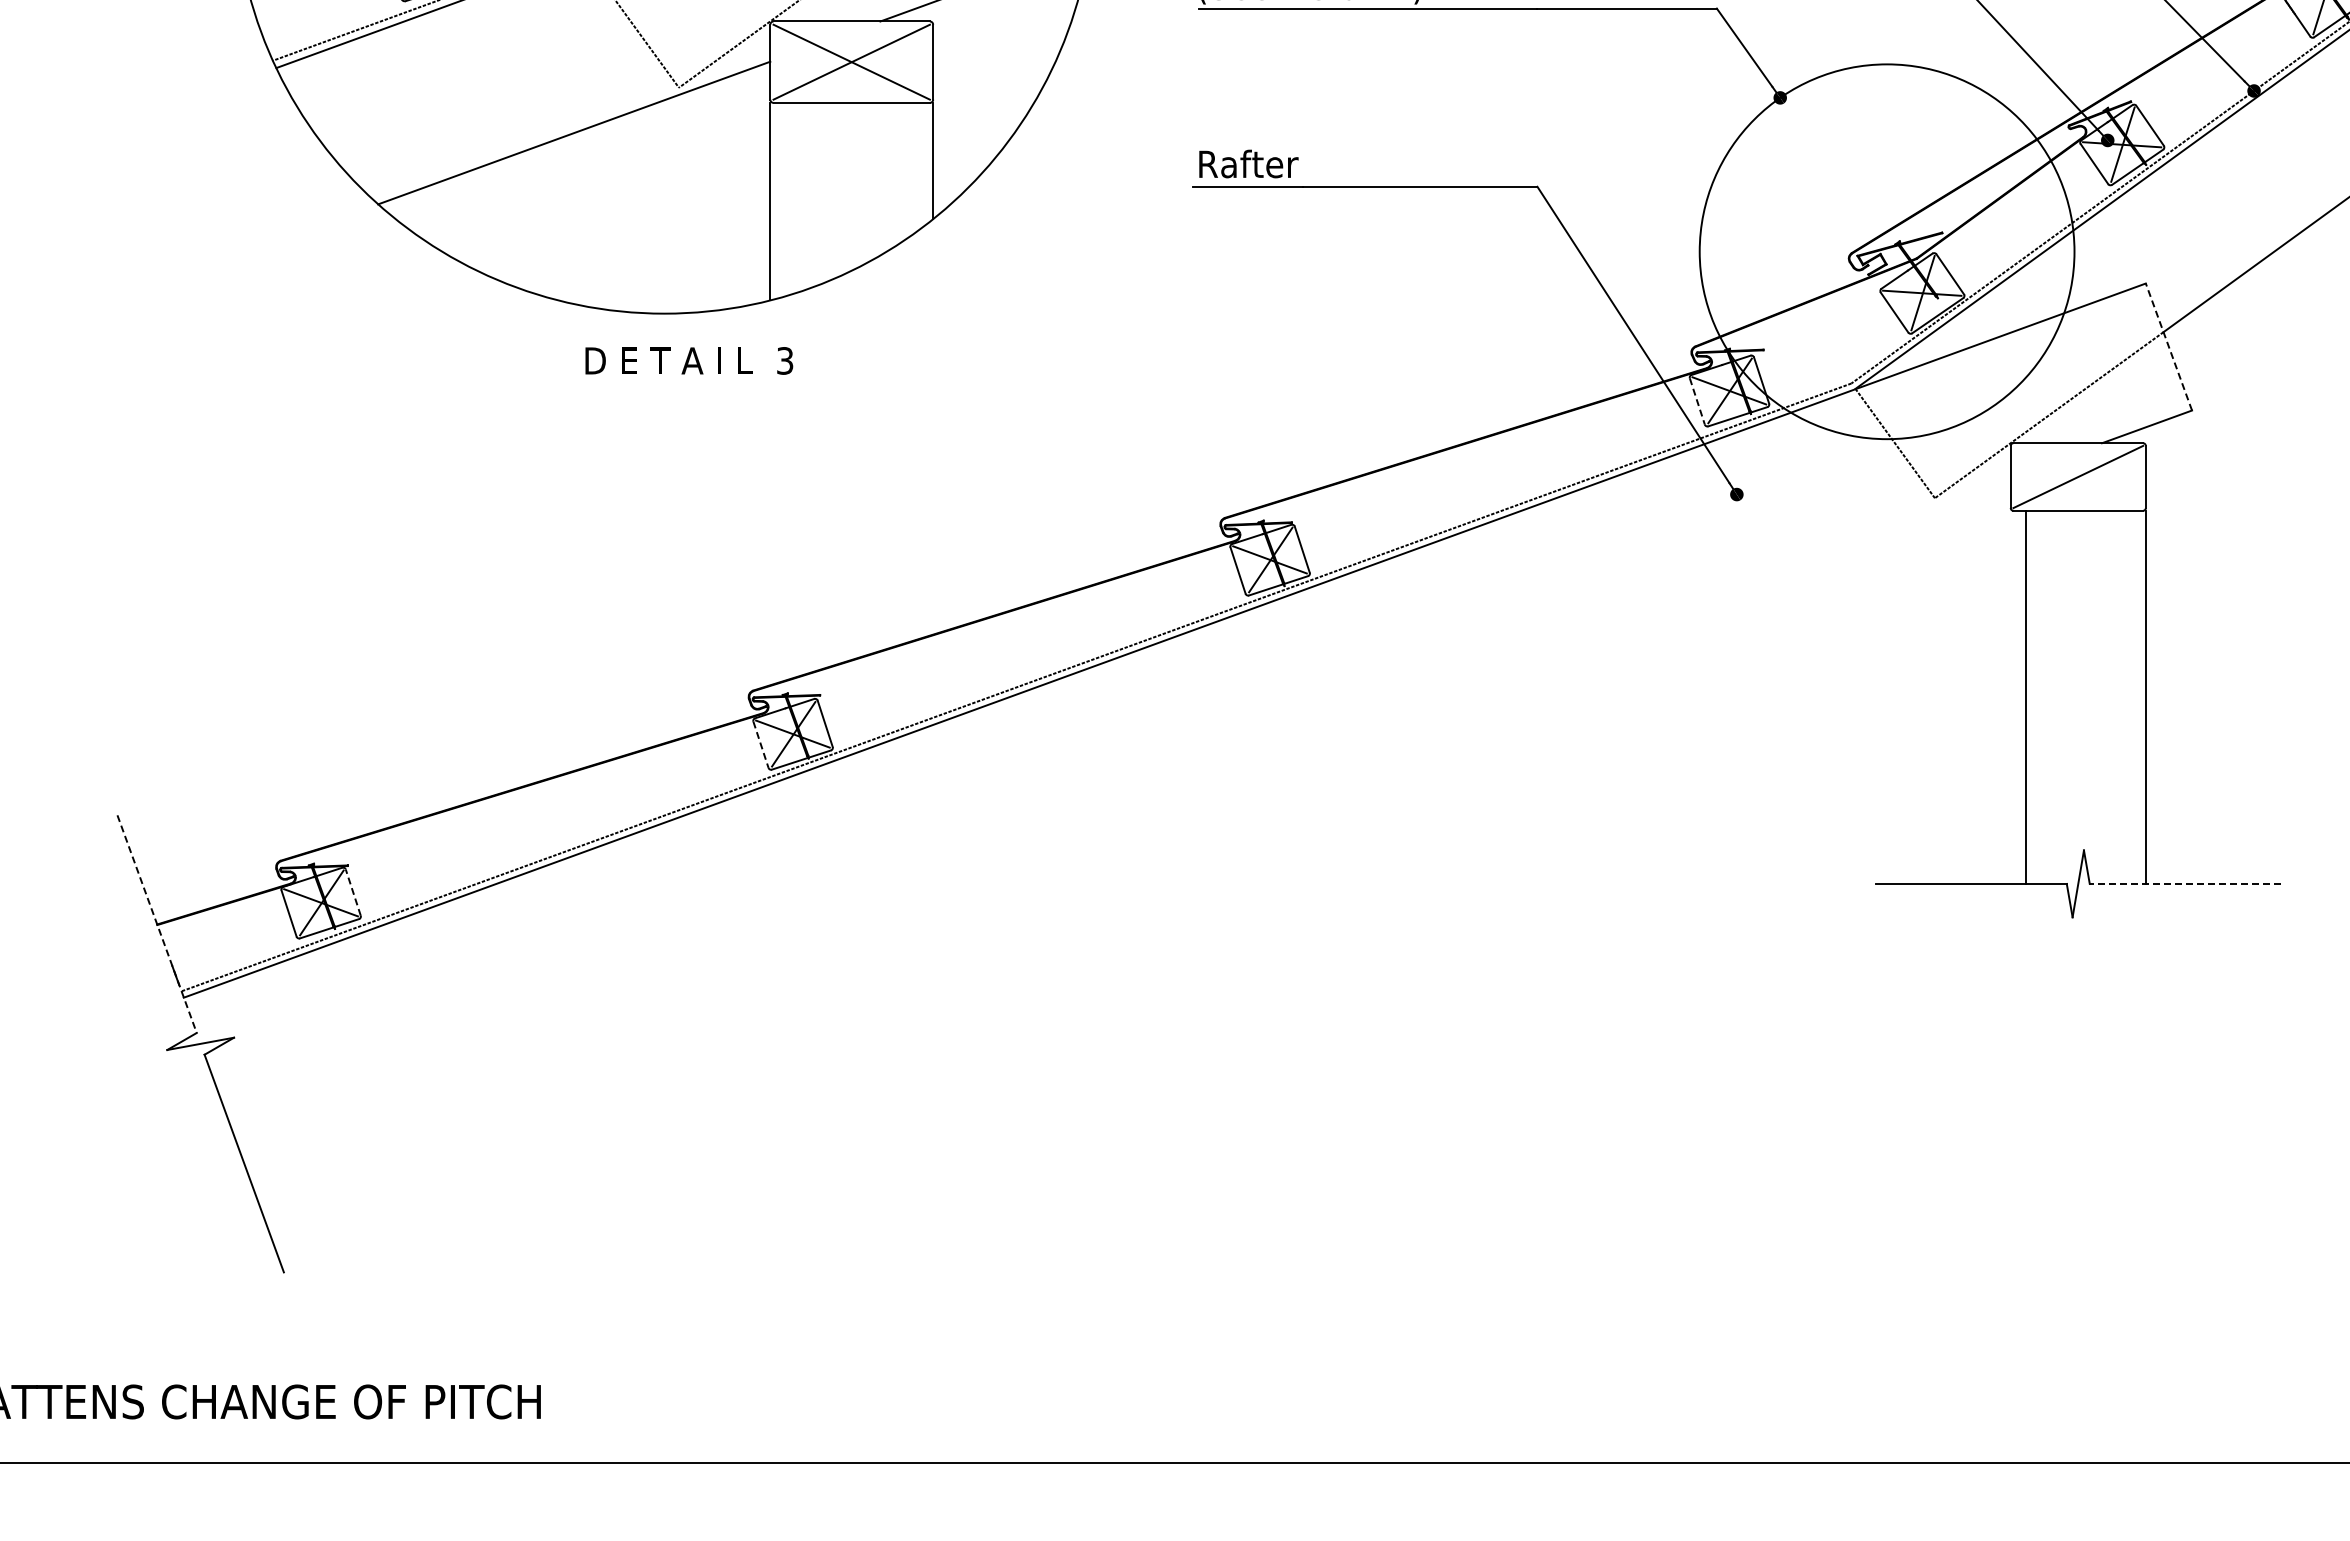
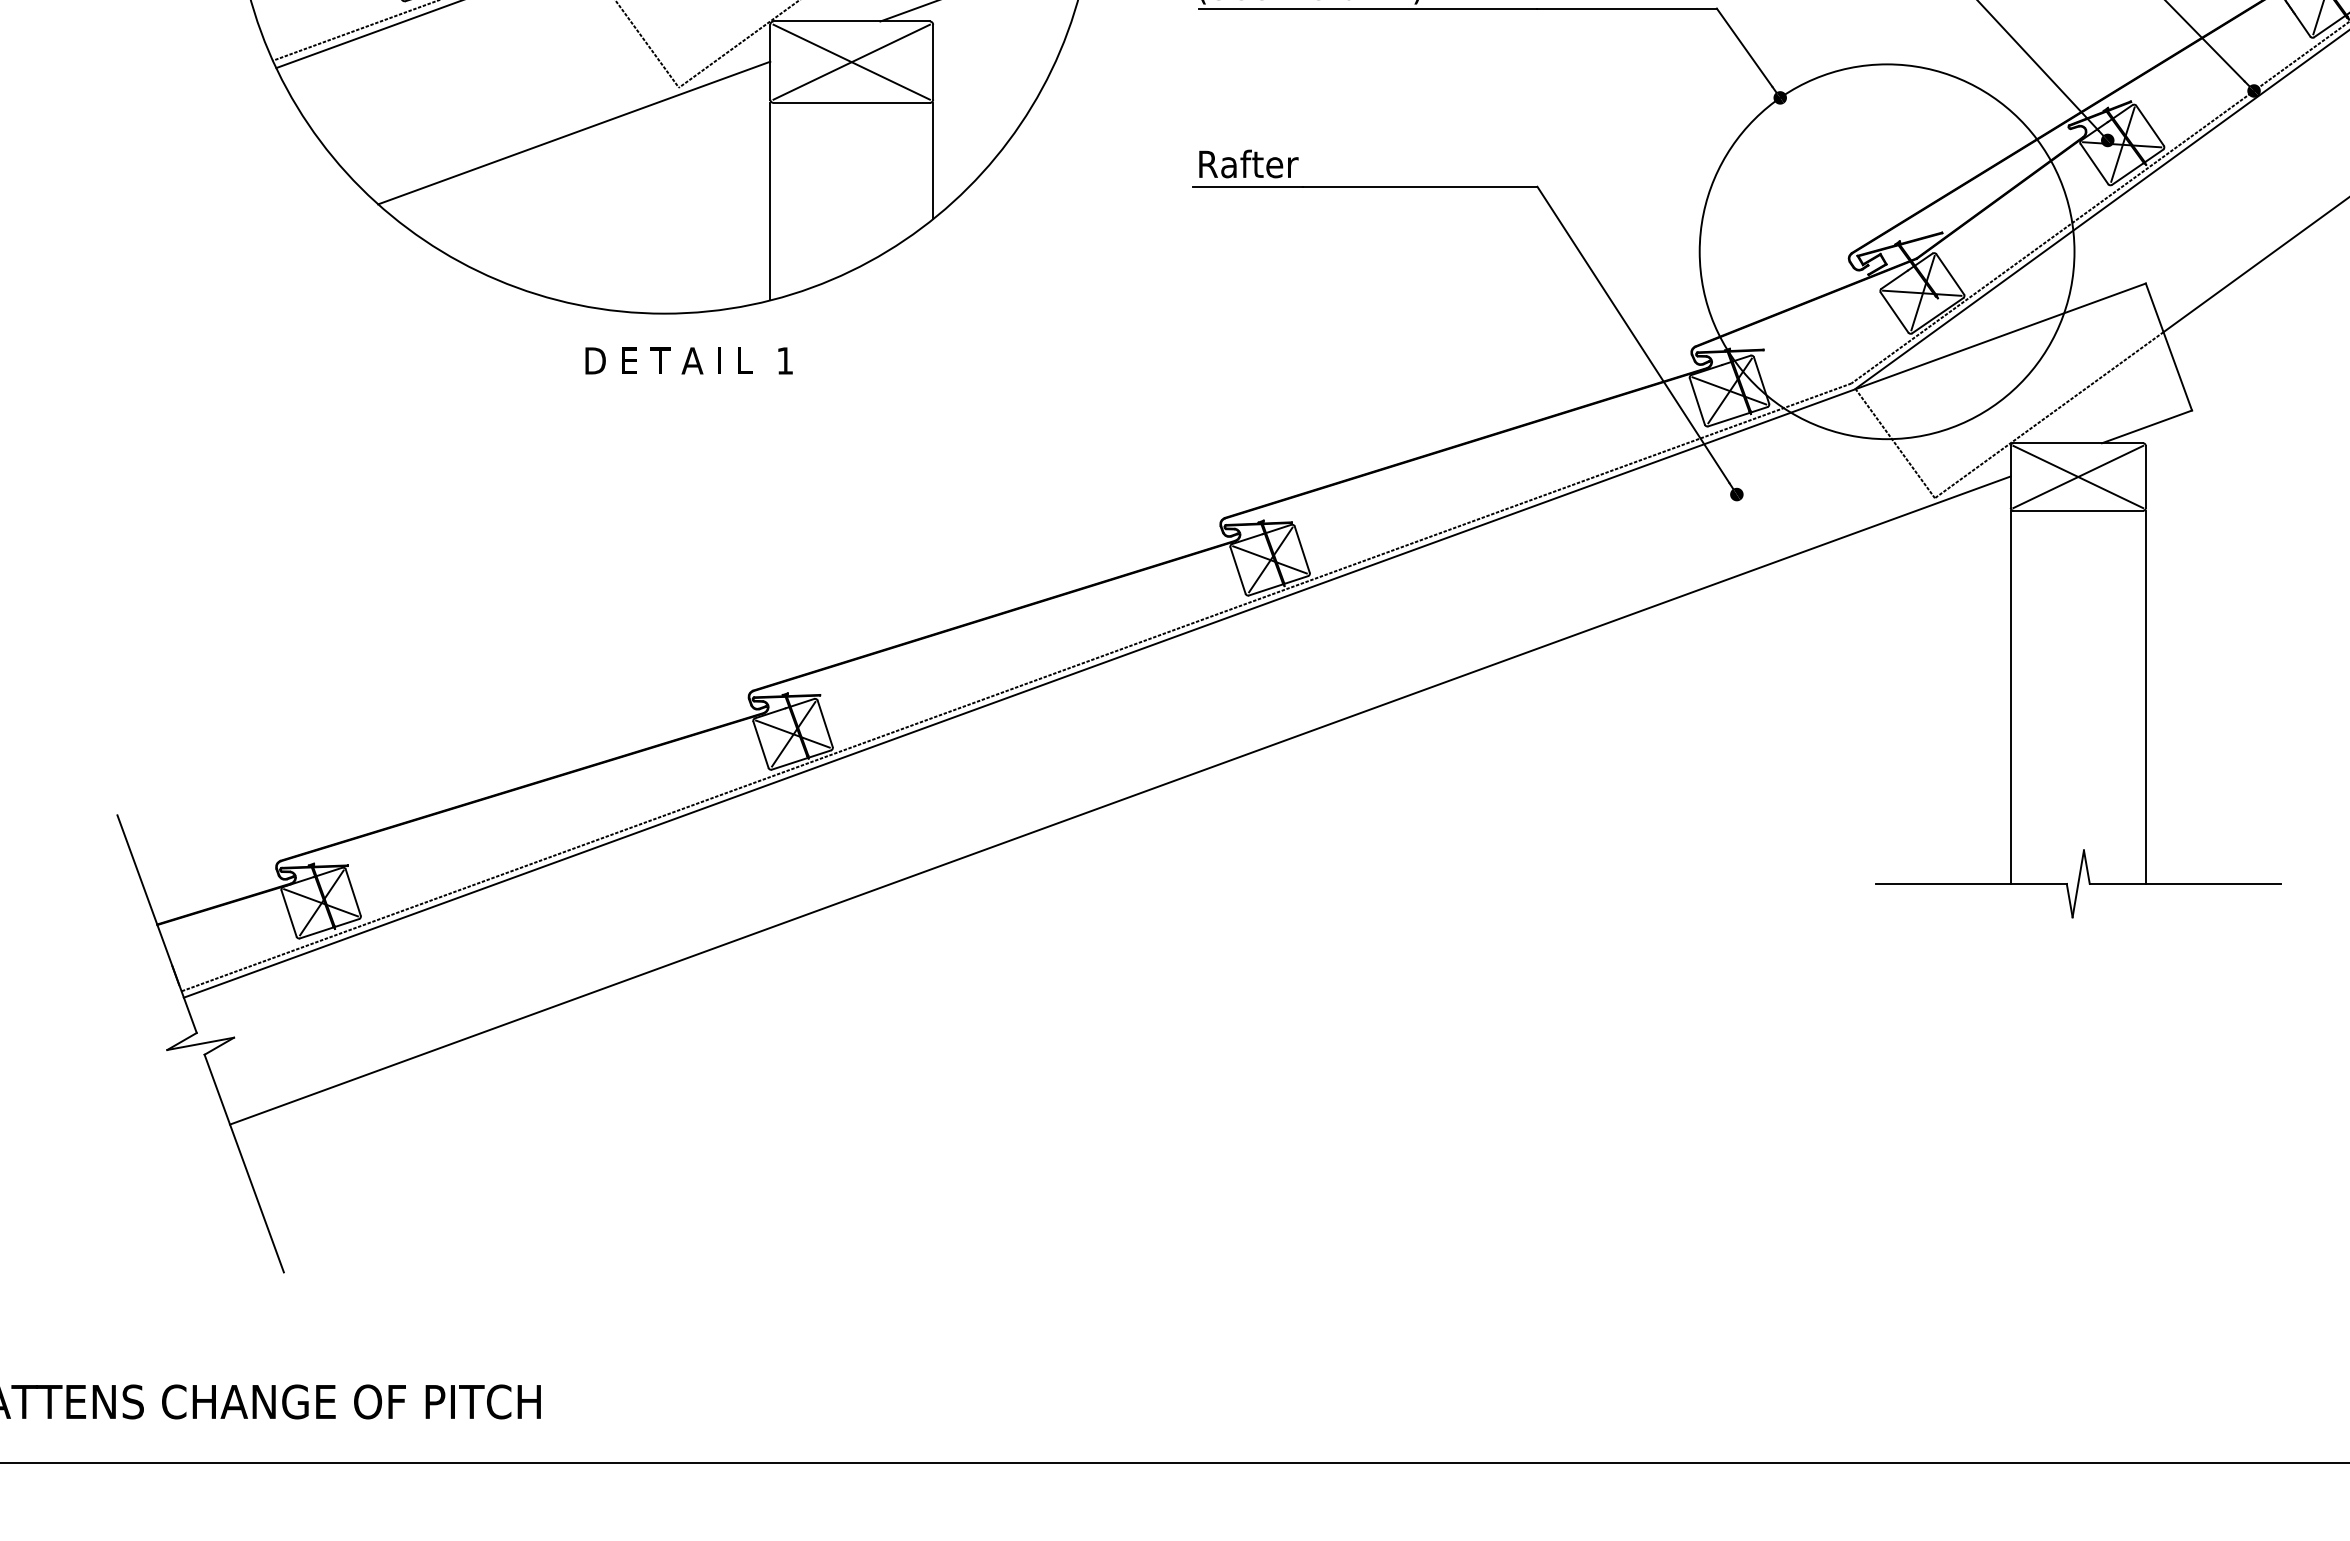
line at (2168, 347): dashed -> solid
text at (785, 360): 3 -> 1
line at (1697, 401): dashed -> solid
line at (2078, 476): none -> present
line at (2025, 696) position: (2025, 696) -> (2010, 696)
line at (761, 745): dashed -> solid
line at (1120, 800): none -> present
line at (2185, 883): dashed -> solid
line at (353, 892): dashed -> solid
line at (157, 924): dashed -> solid
